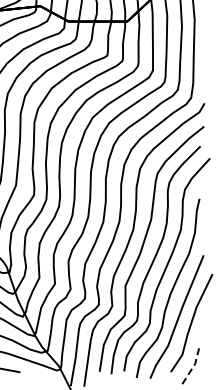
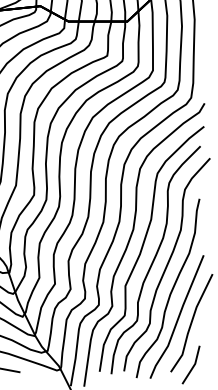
line at (194, 365): dashed -> solid
